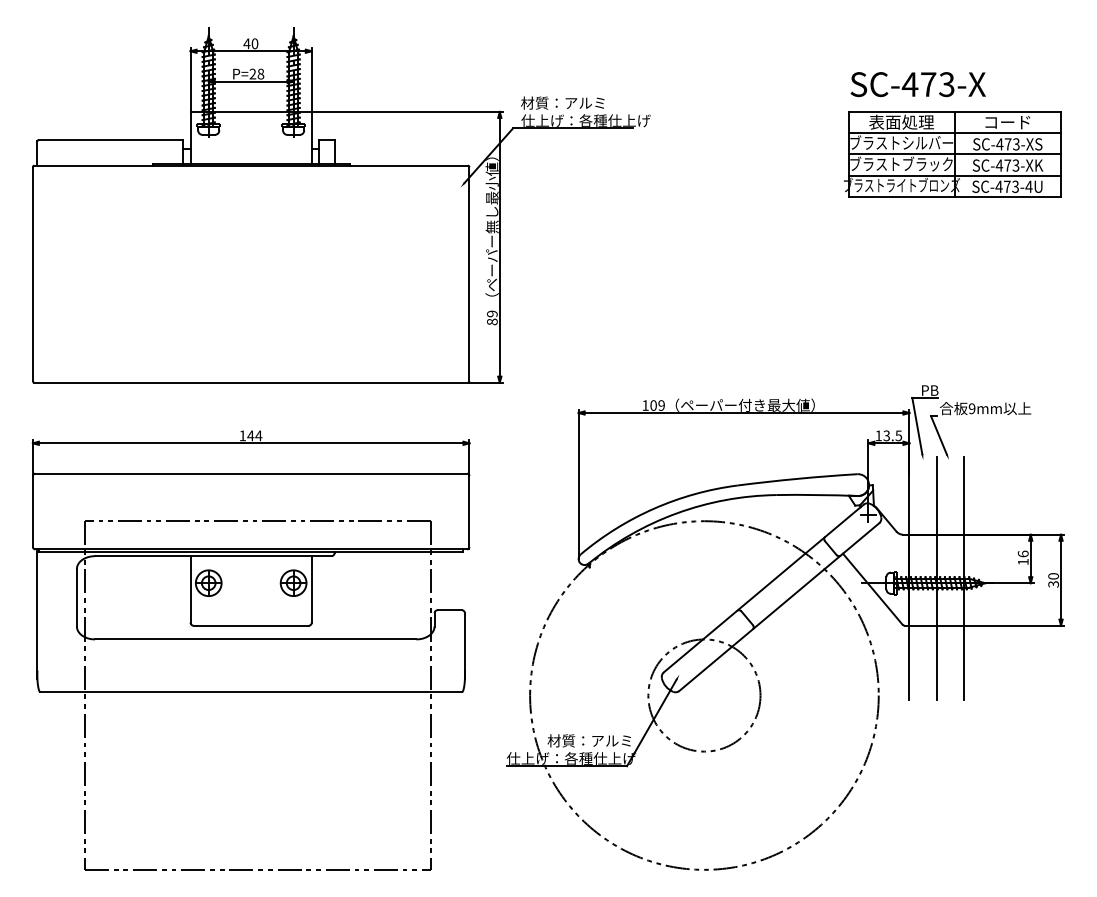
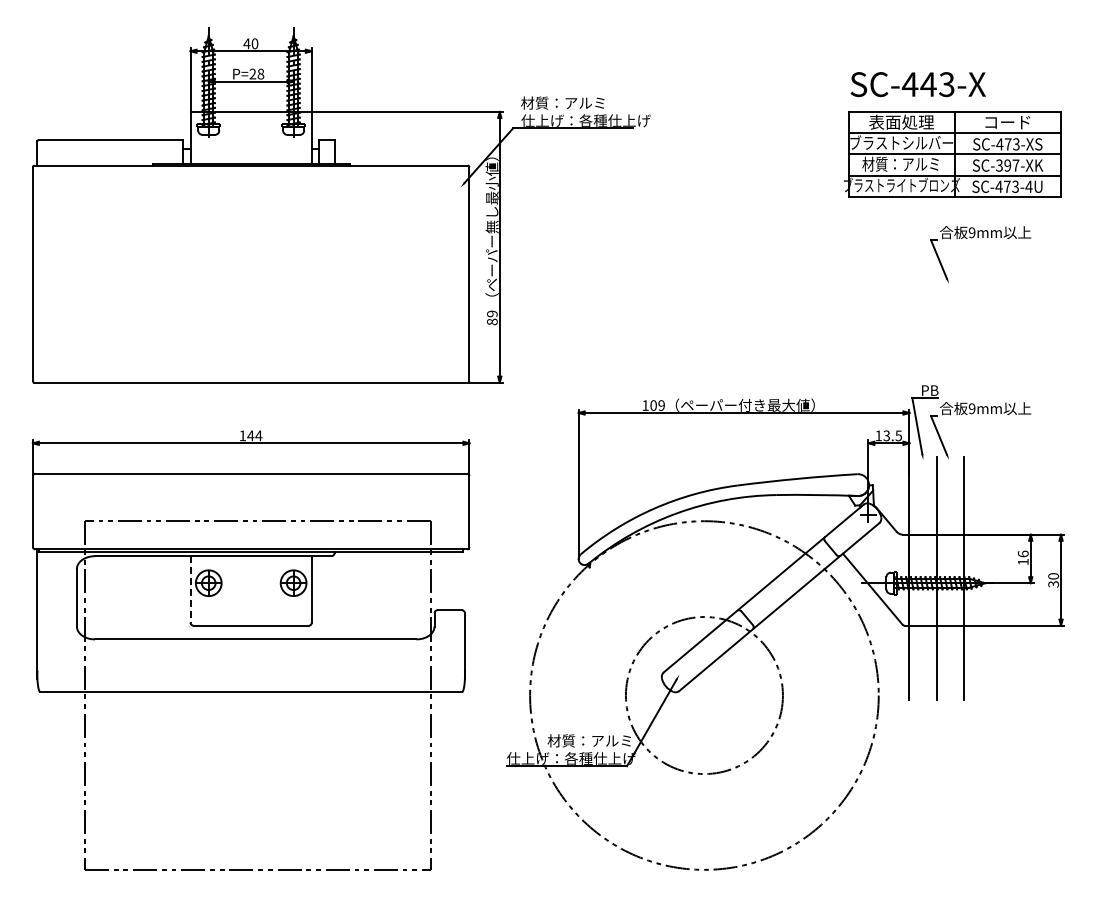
text at (928, 84): SC-473-X -> SC-443-X
text at (901, 163): ブラストブラック -> 材質：アルミ
text at (1007, 165): SC-473-XK -> SC-397-XK
part at (978, 237): none -> present
line at (190, 589): solid -> dashed
circle at (704, 695) diameter: 112 px -> 157 px
